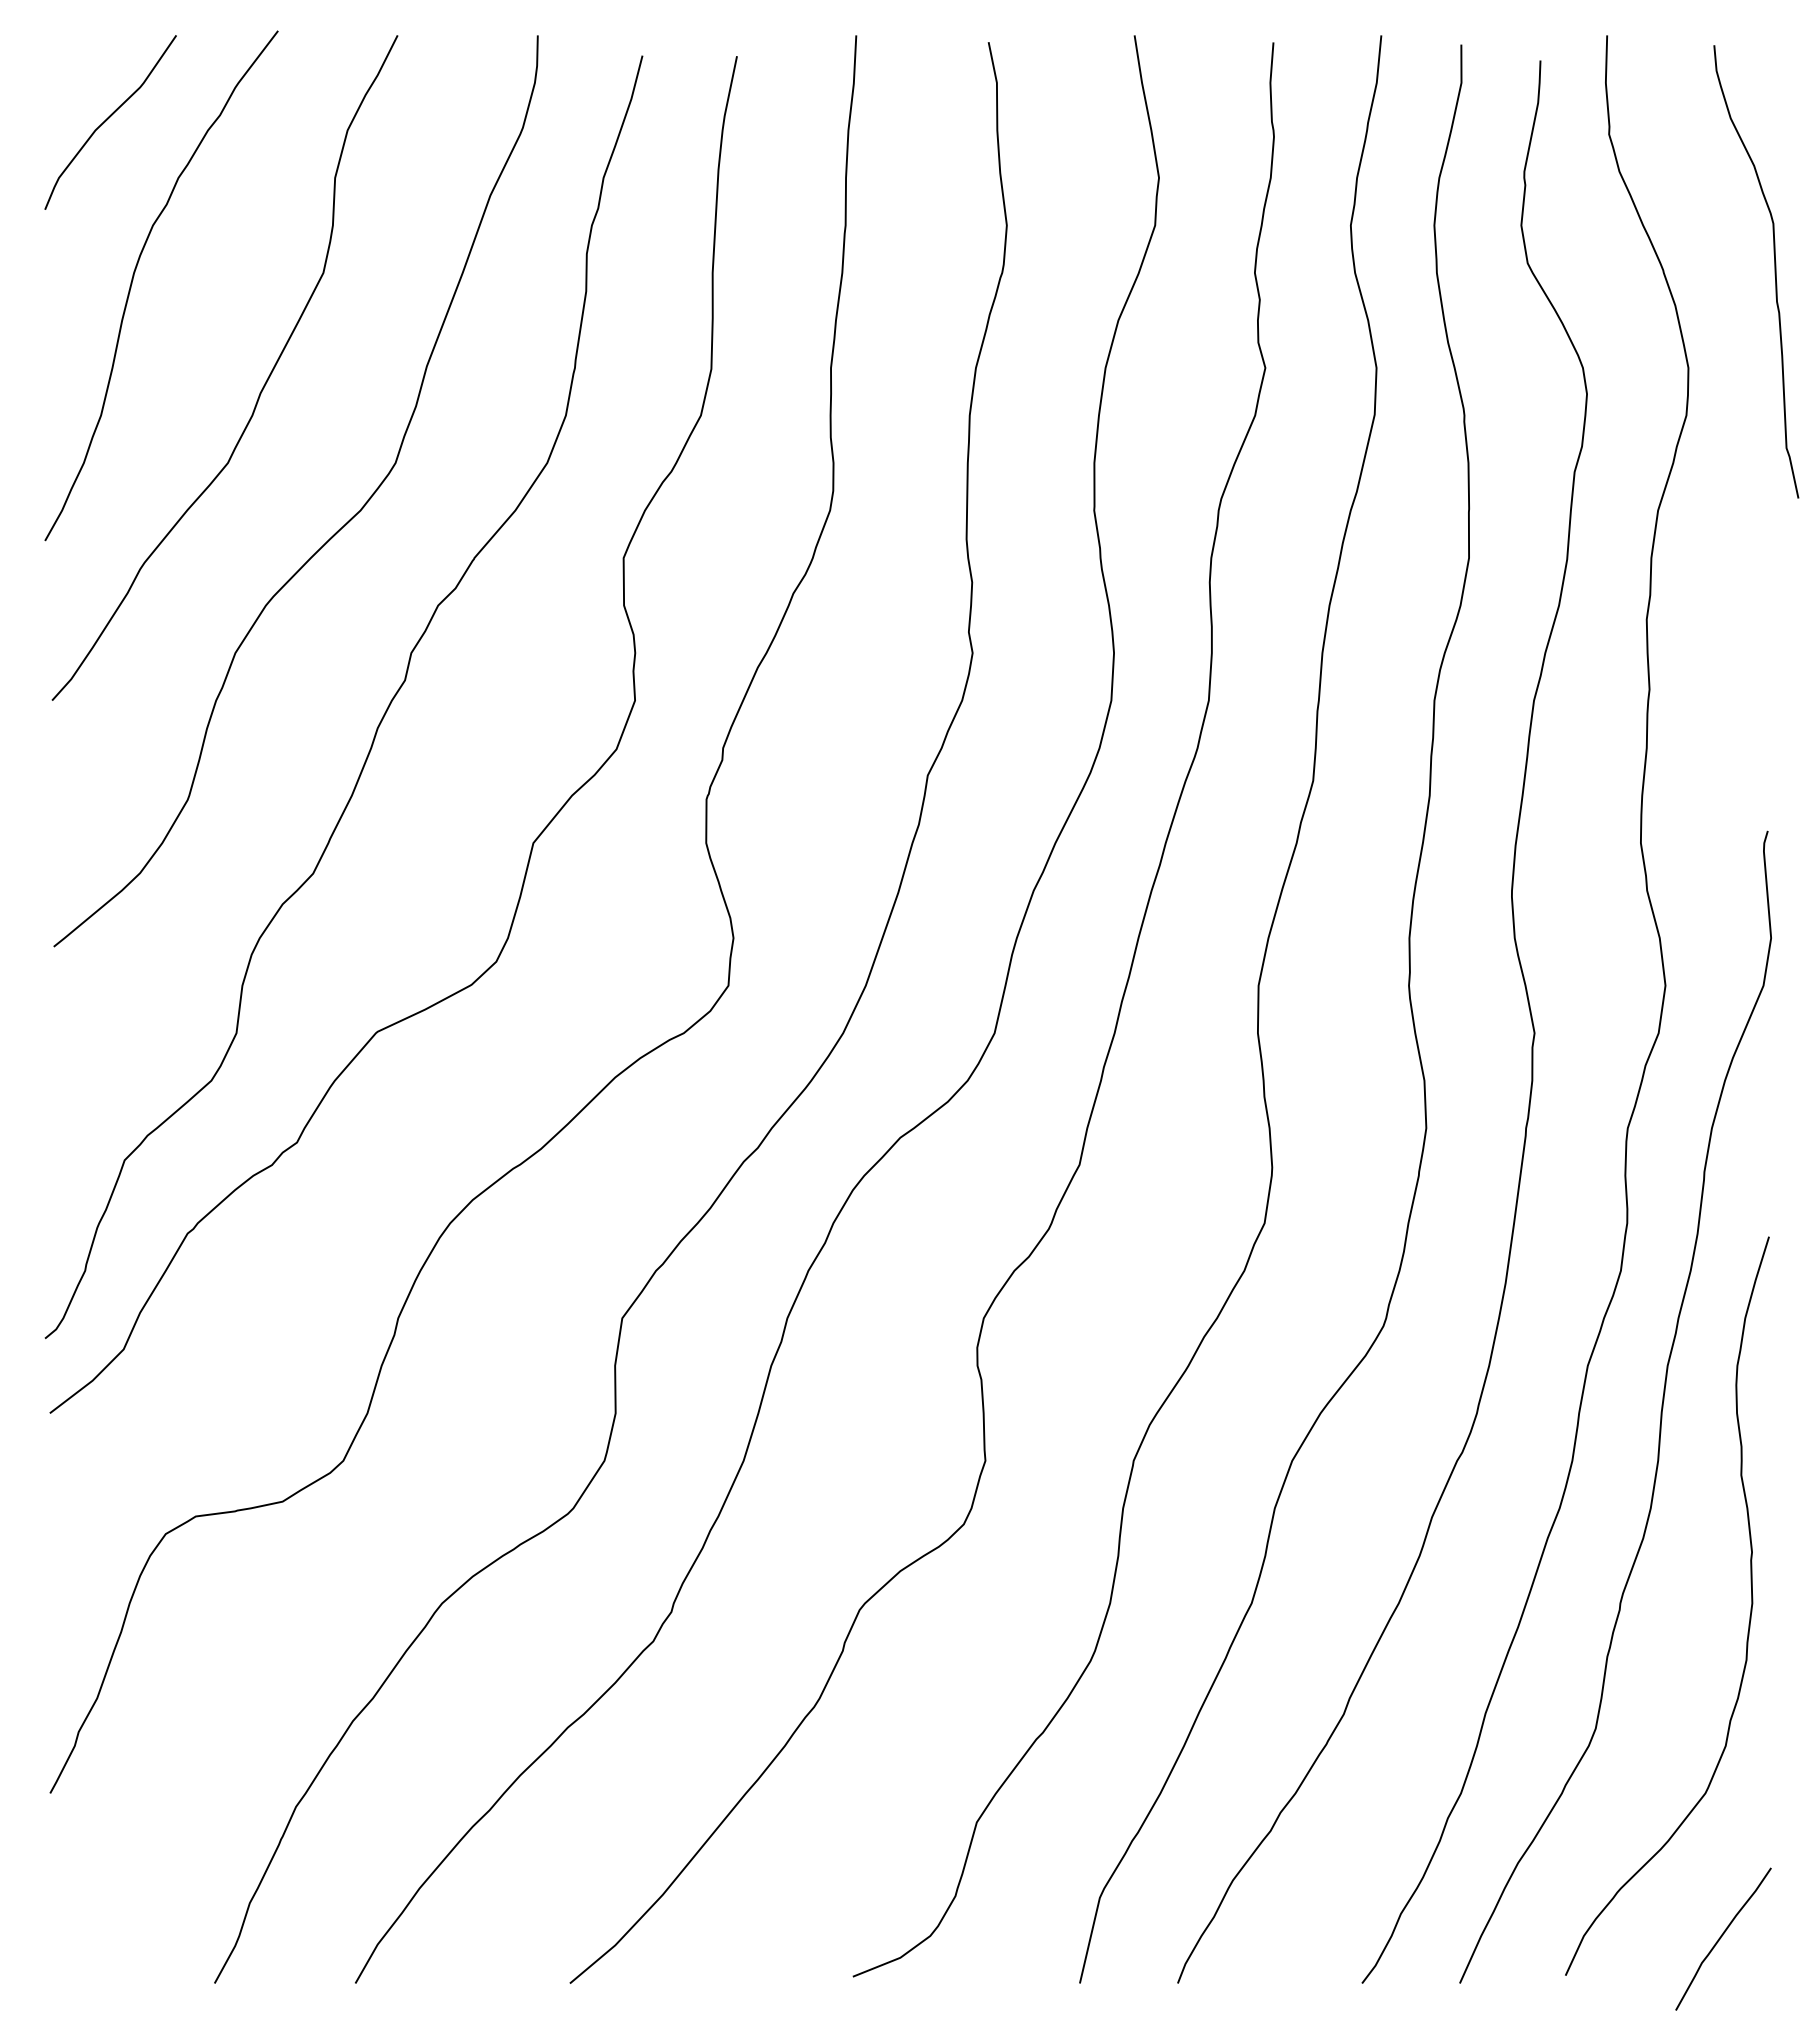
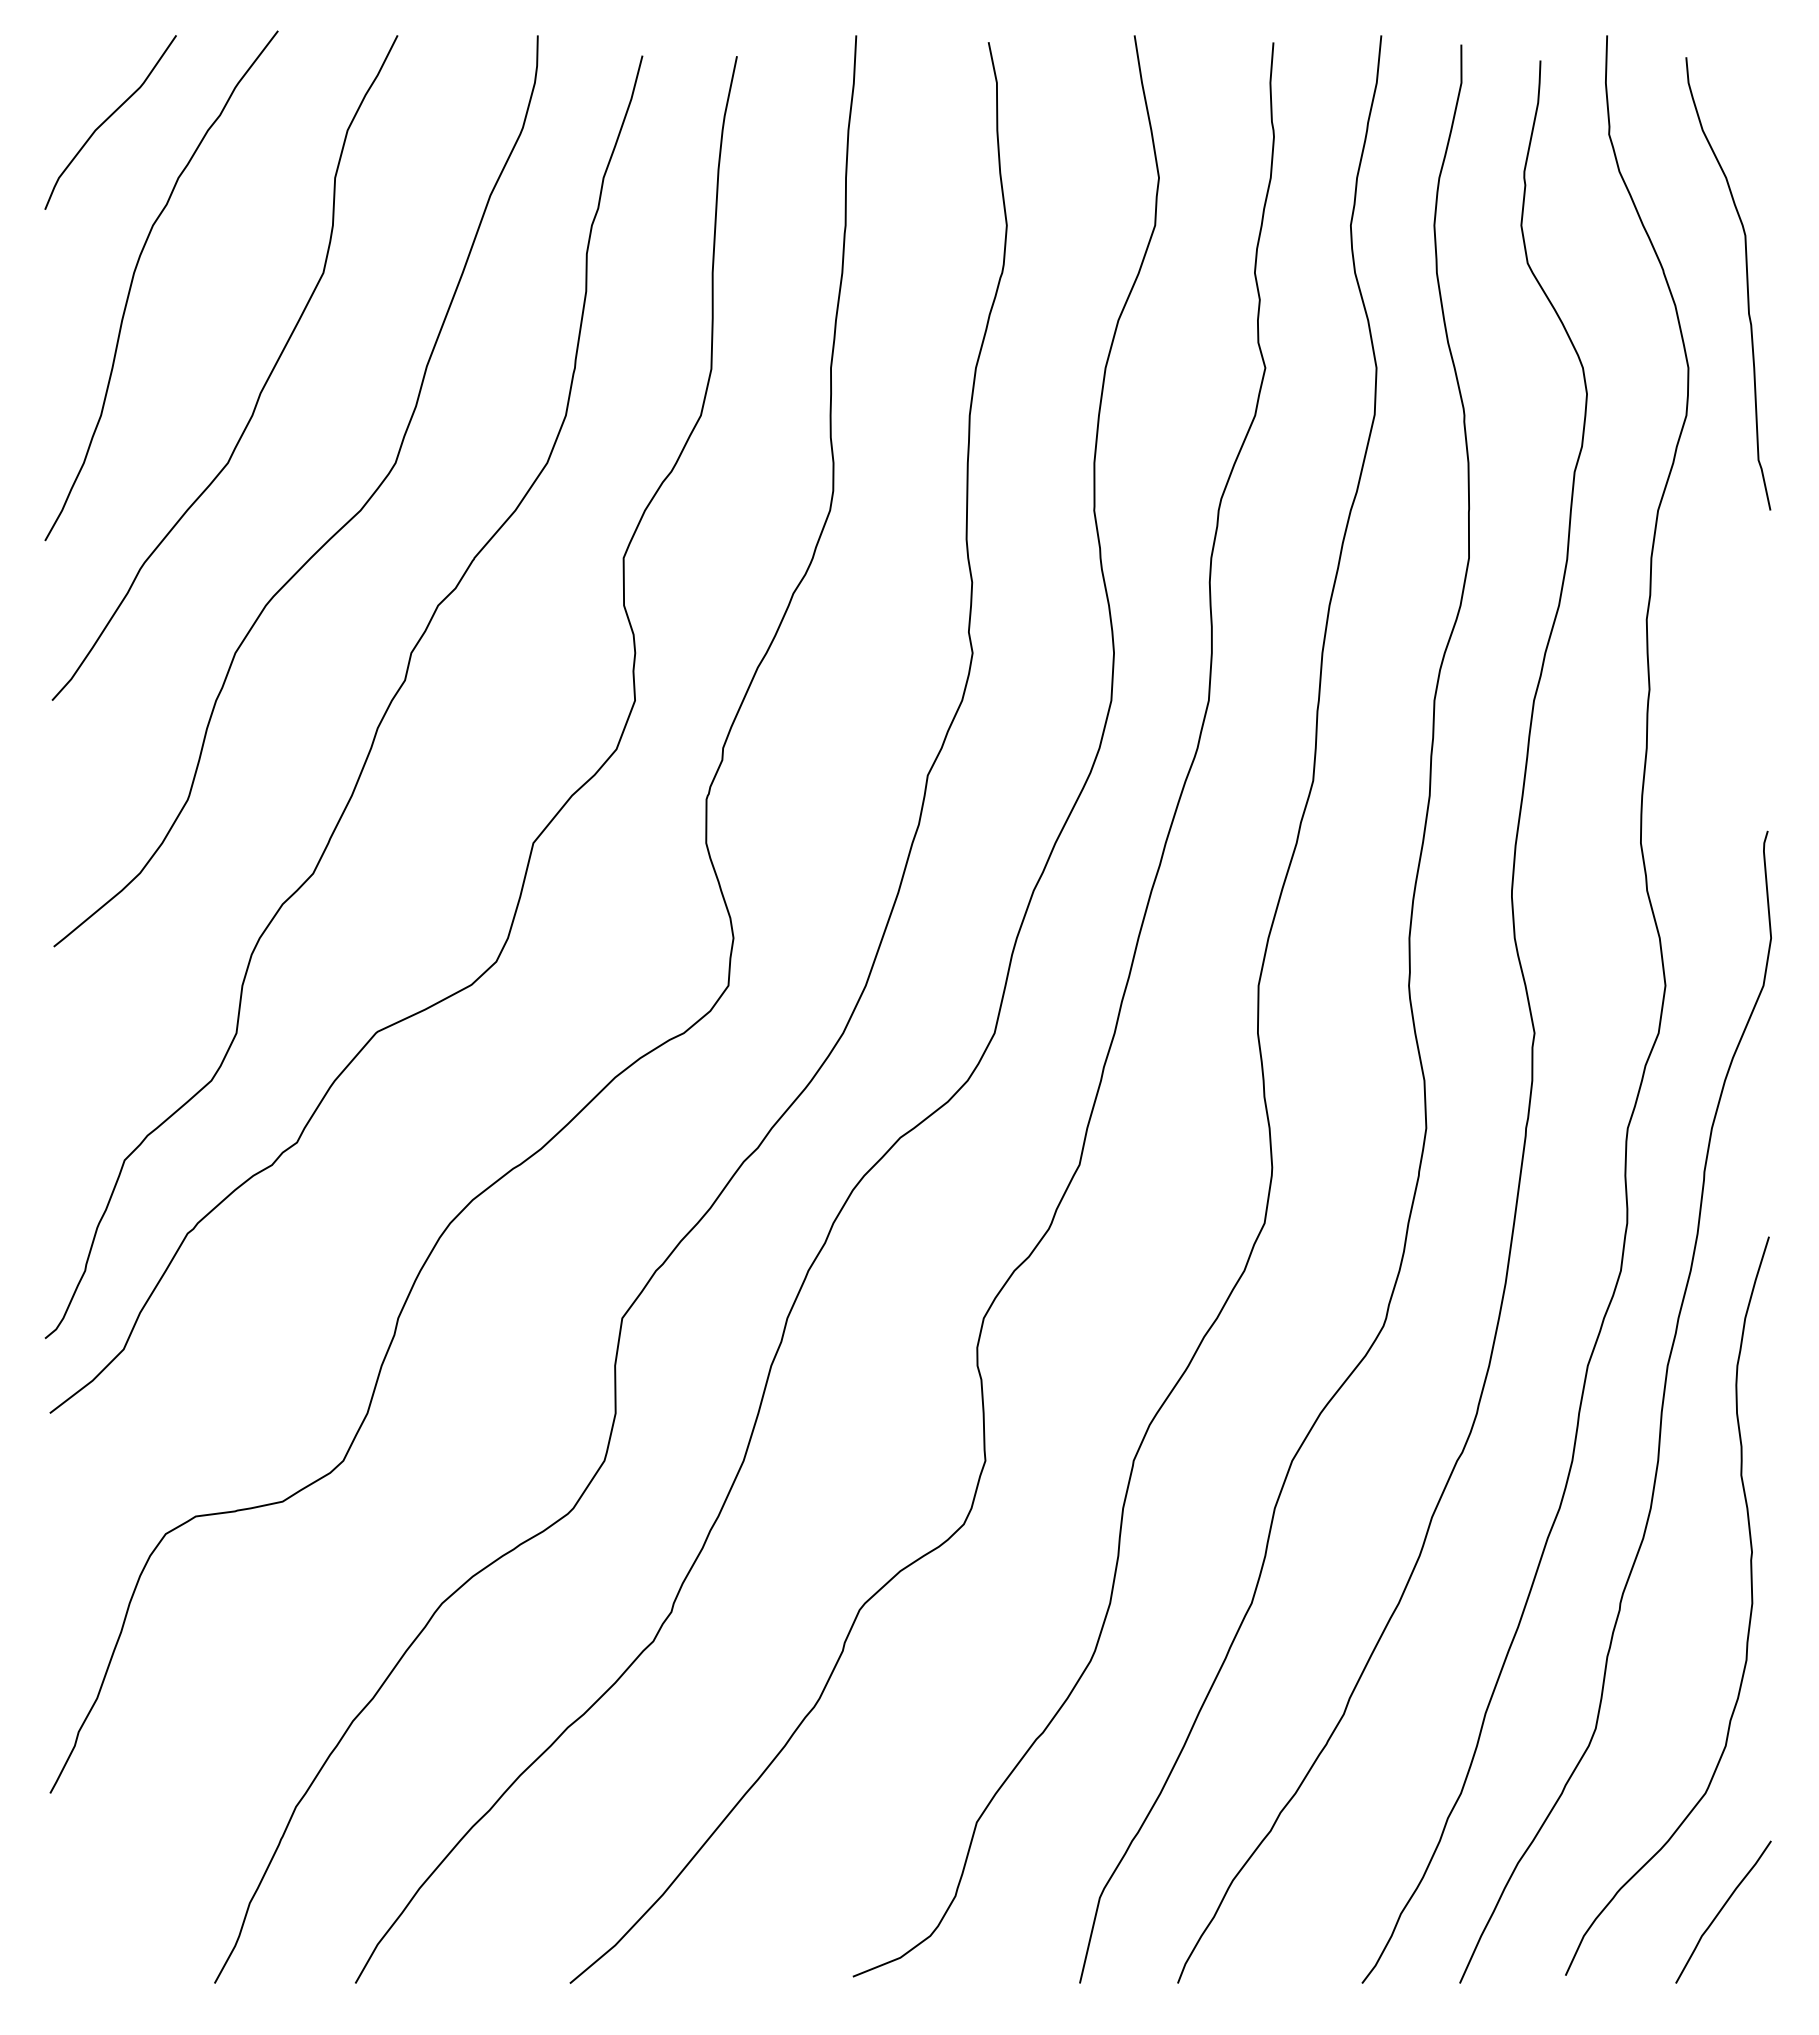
curve at (1774, 271) position: (1774, 271) -> (1746, 283)
curve at (1721, 1938) position: (1721, 1938) -> (1721, 1911)
